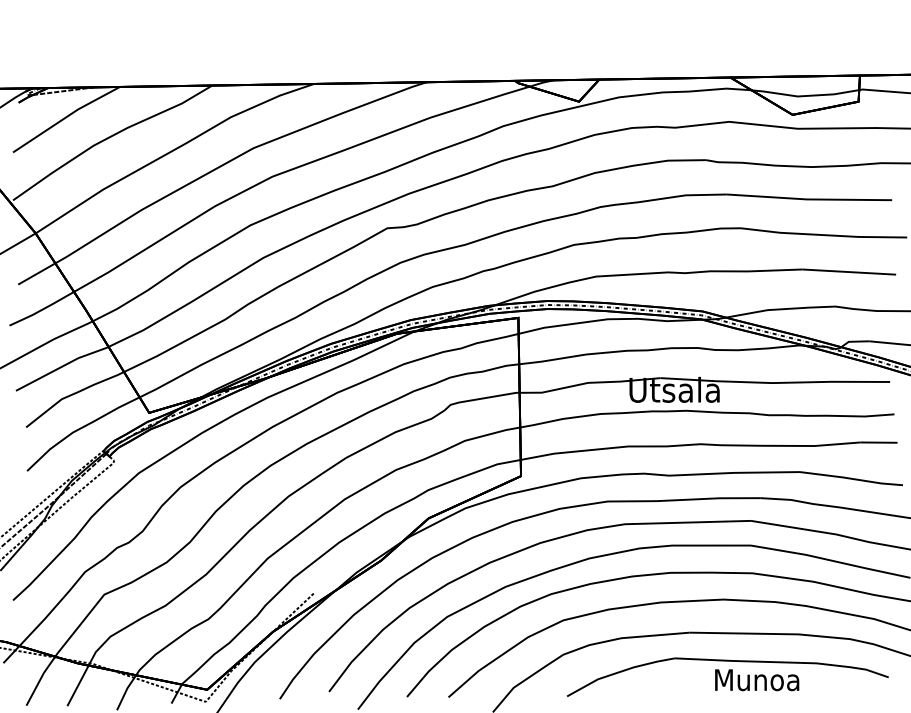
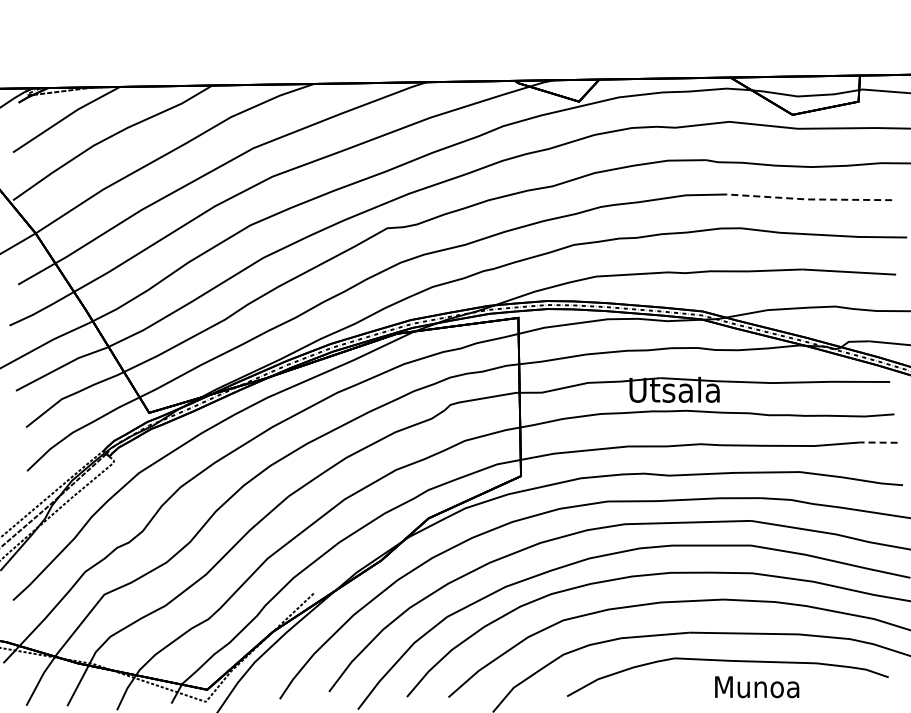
line at (808, 199): solid -> dashed
line at (878, 442): solid -> dashed
text at (757, 680) position: (757, 680) -> (757, 687)
